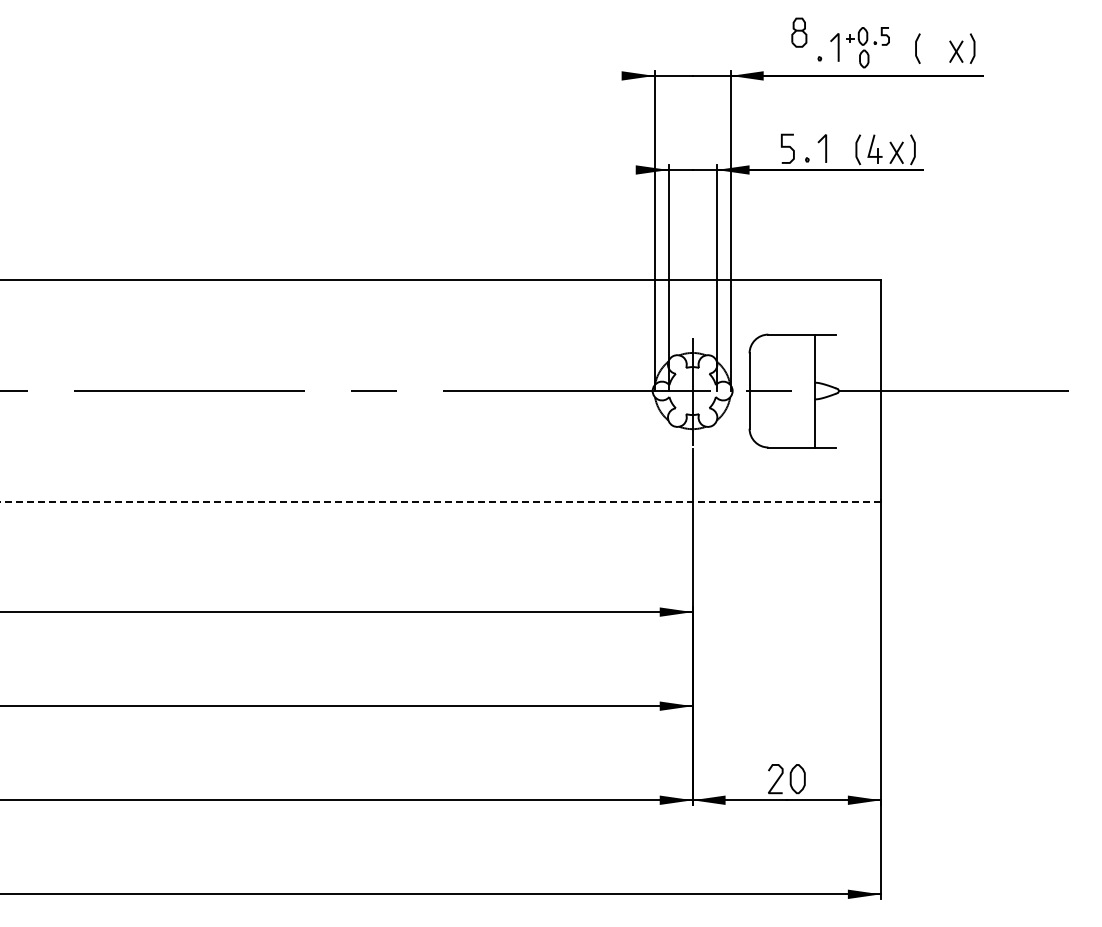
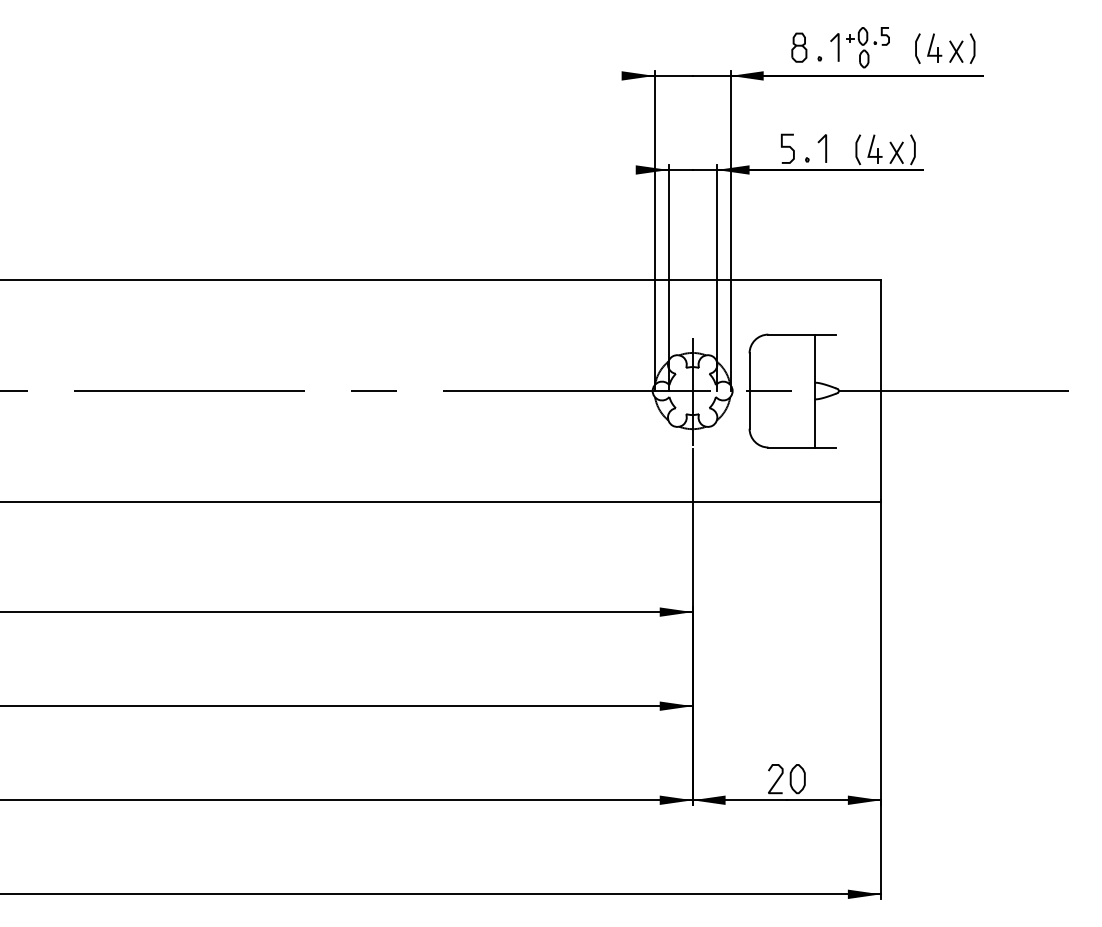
part at (799, 32) position: (799, 32) -> (799, 47)
part at (934, 47): none -> present
line at (440, 502): dashed -> solid
